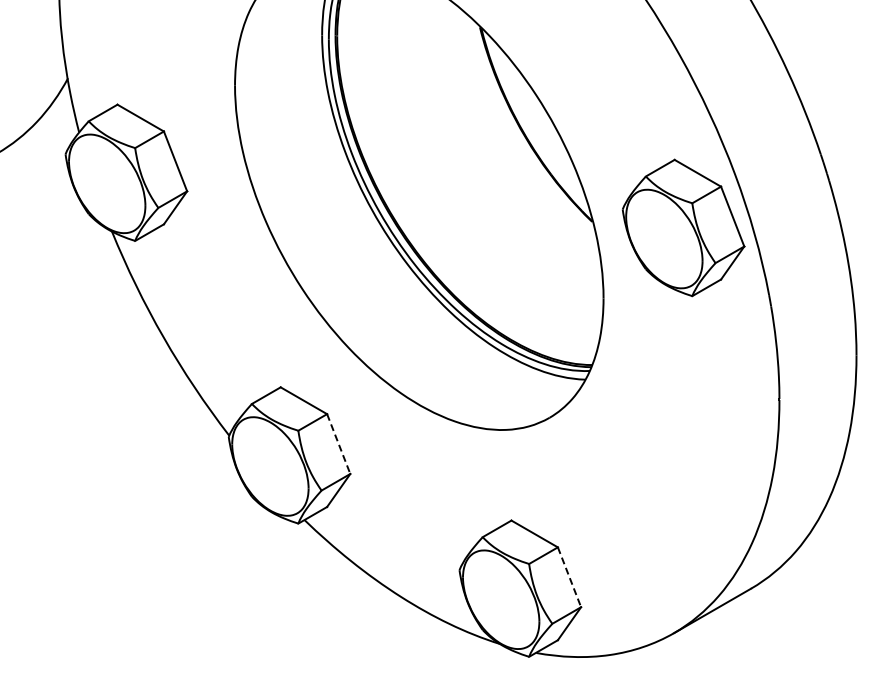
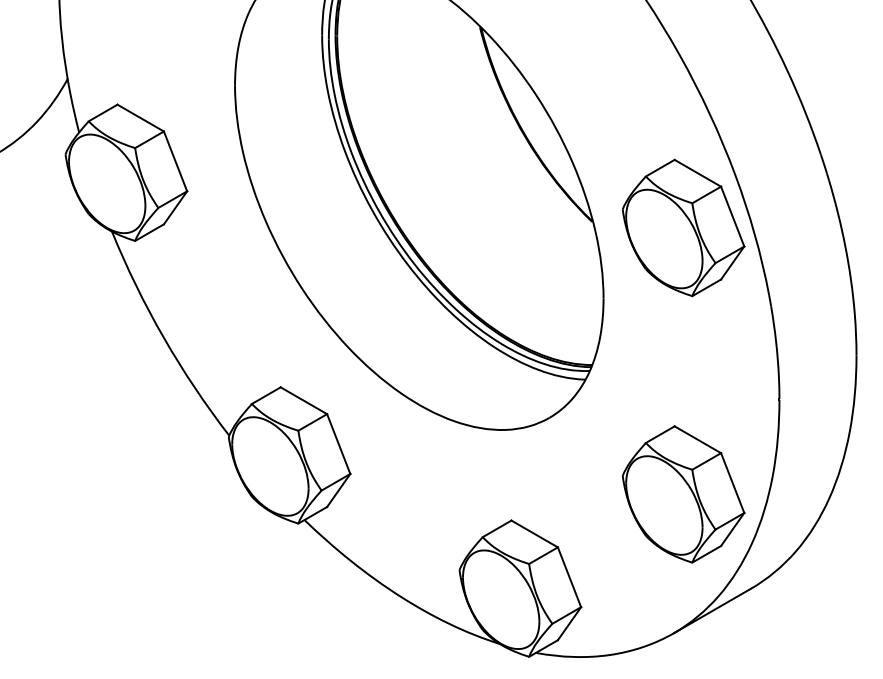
line at (338, 444): dashed -> solid
part at (683, 494): none -> present
line at (569, 577): dashed -> solid
